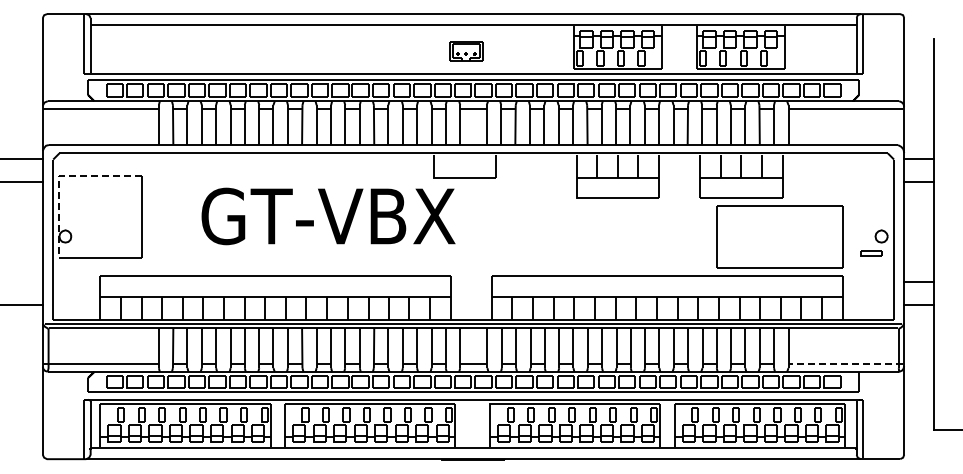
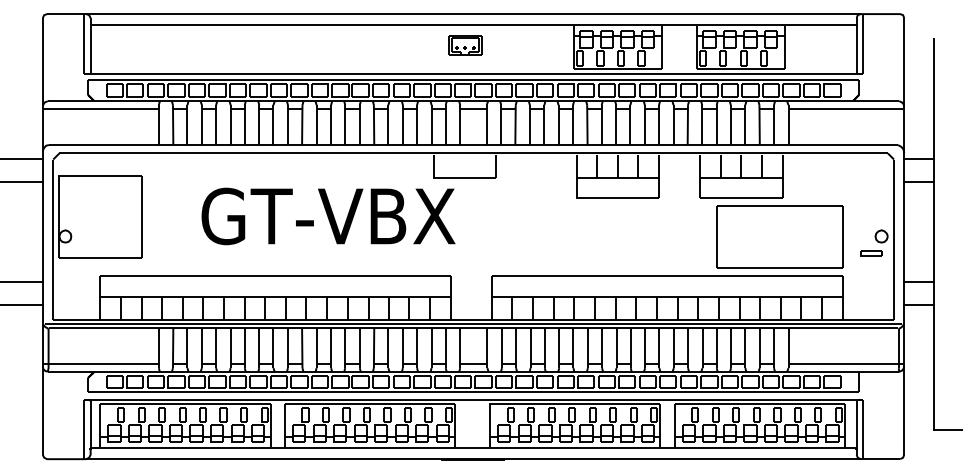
part at (466, 51) position: (466, 51) -> (465, 45)
line at (59, 175): dashed -> solid
line at (22, 281): none -> present
line at (845, 363): dashed -> solid
